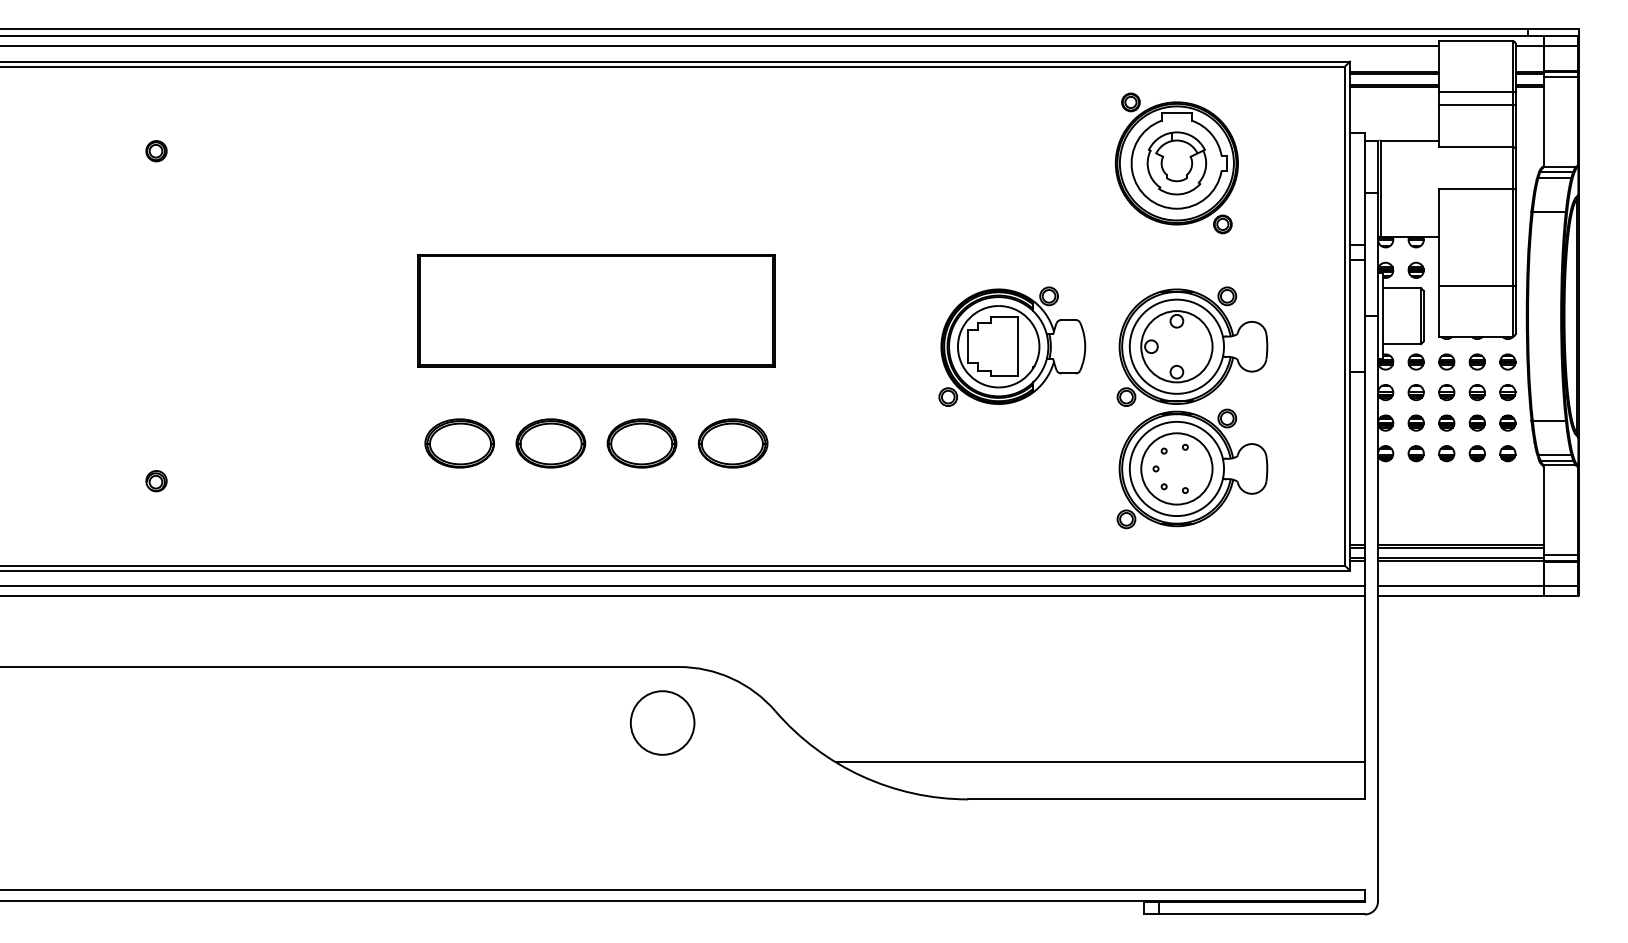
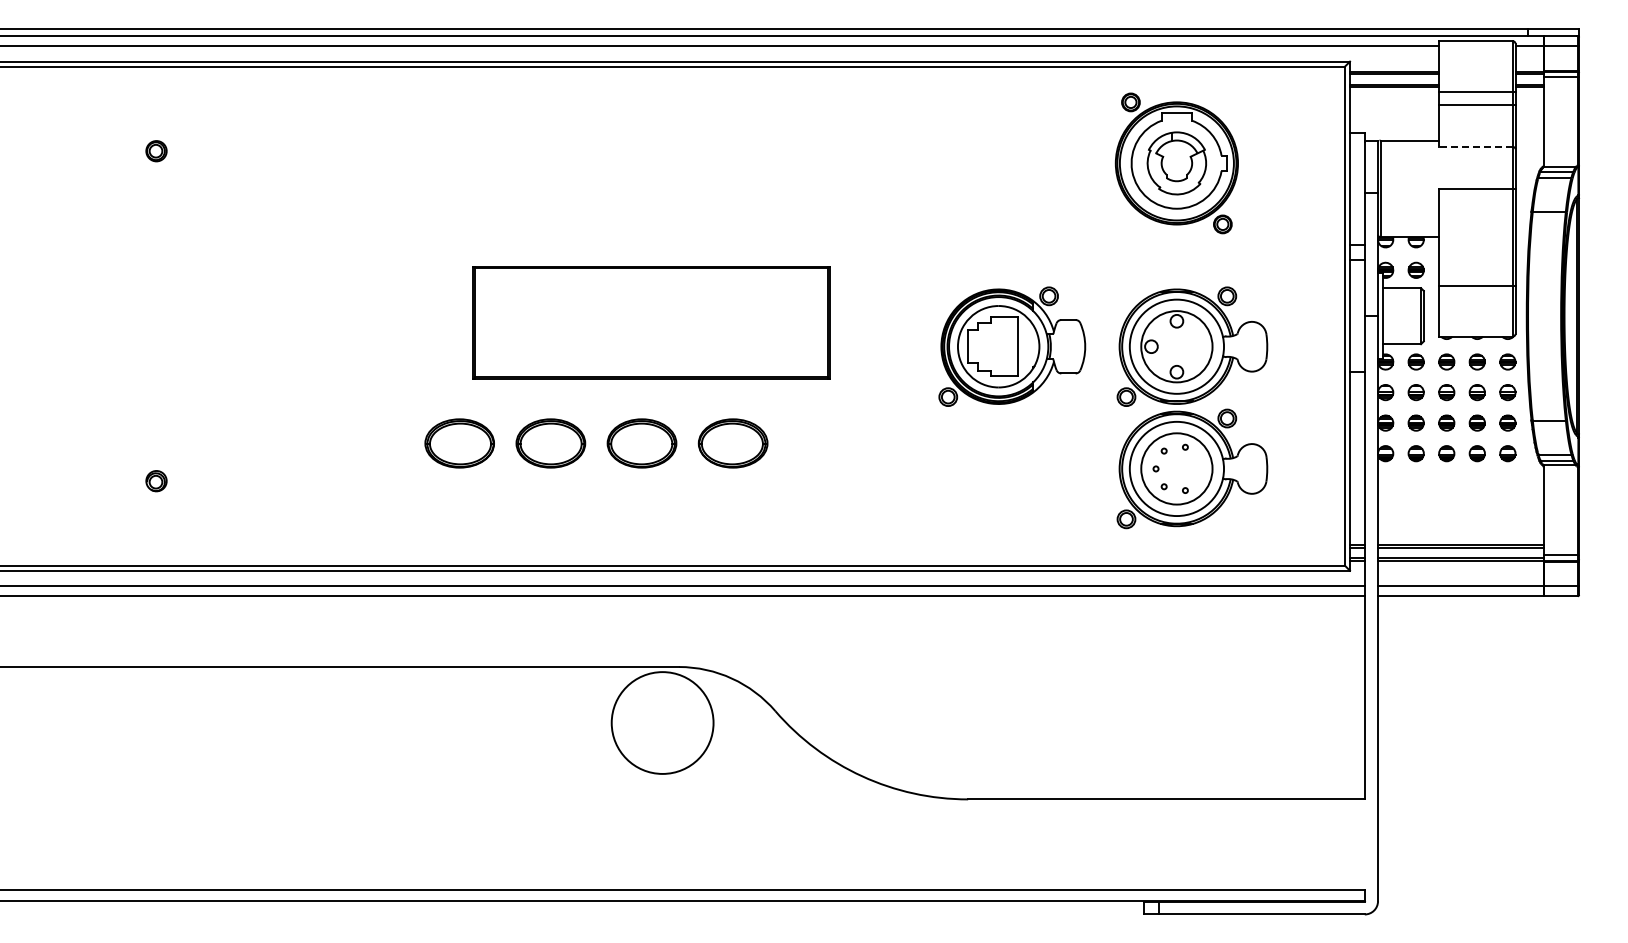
line at (1476, 147): solid -> dashed
part at (596, 310) position: (596, 310) -> (651, 322)
circle at (662, 722) diameter: 64 px -> 102 px
line at (1100, 761): present -> none
